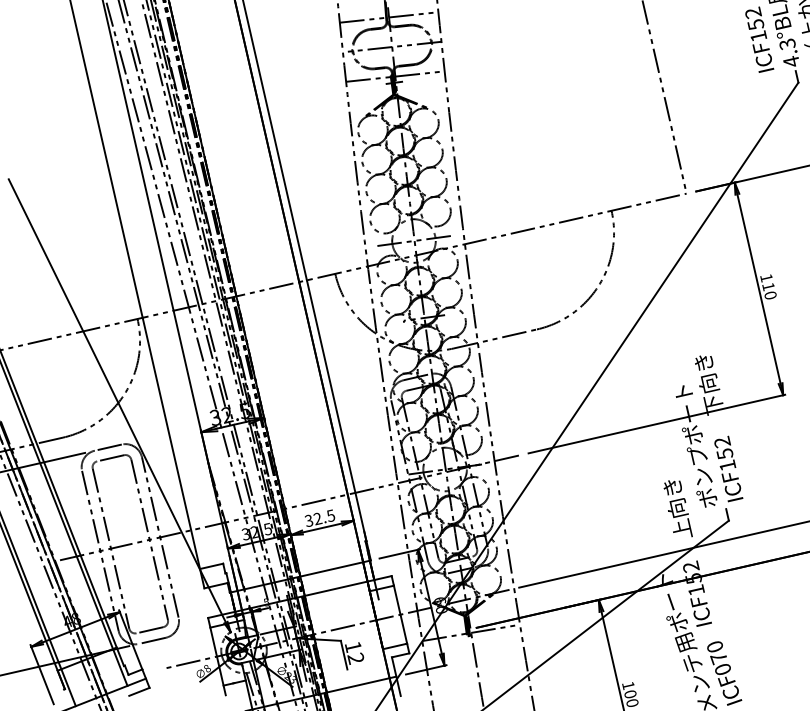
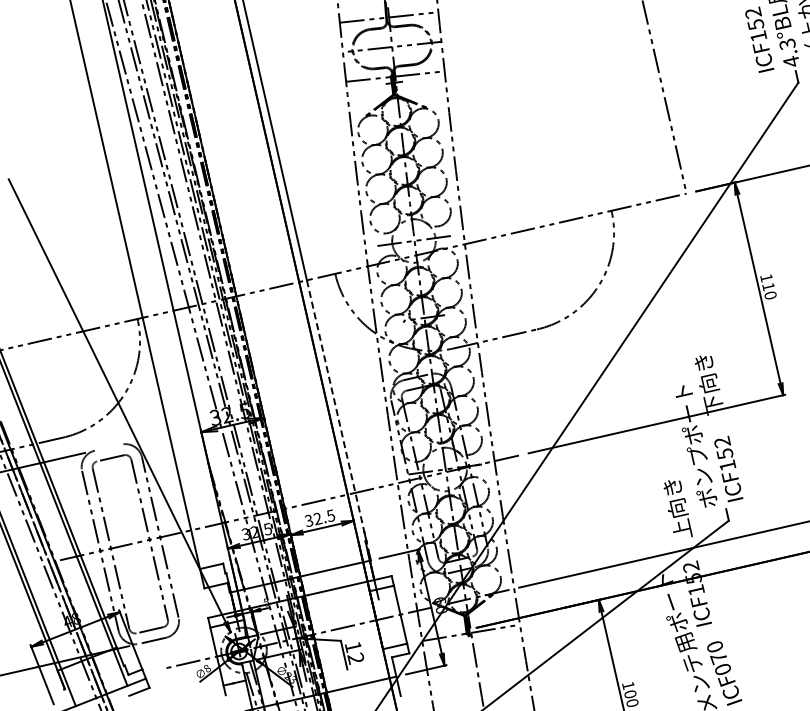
line at (337, 415): solid -> dashed
line at (107, 447): present -> none
